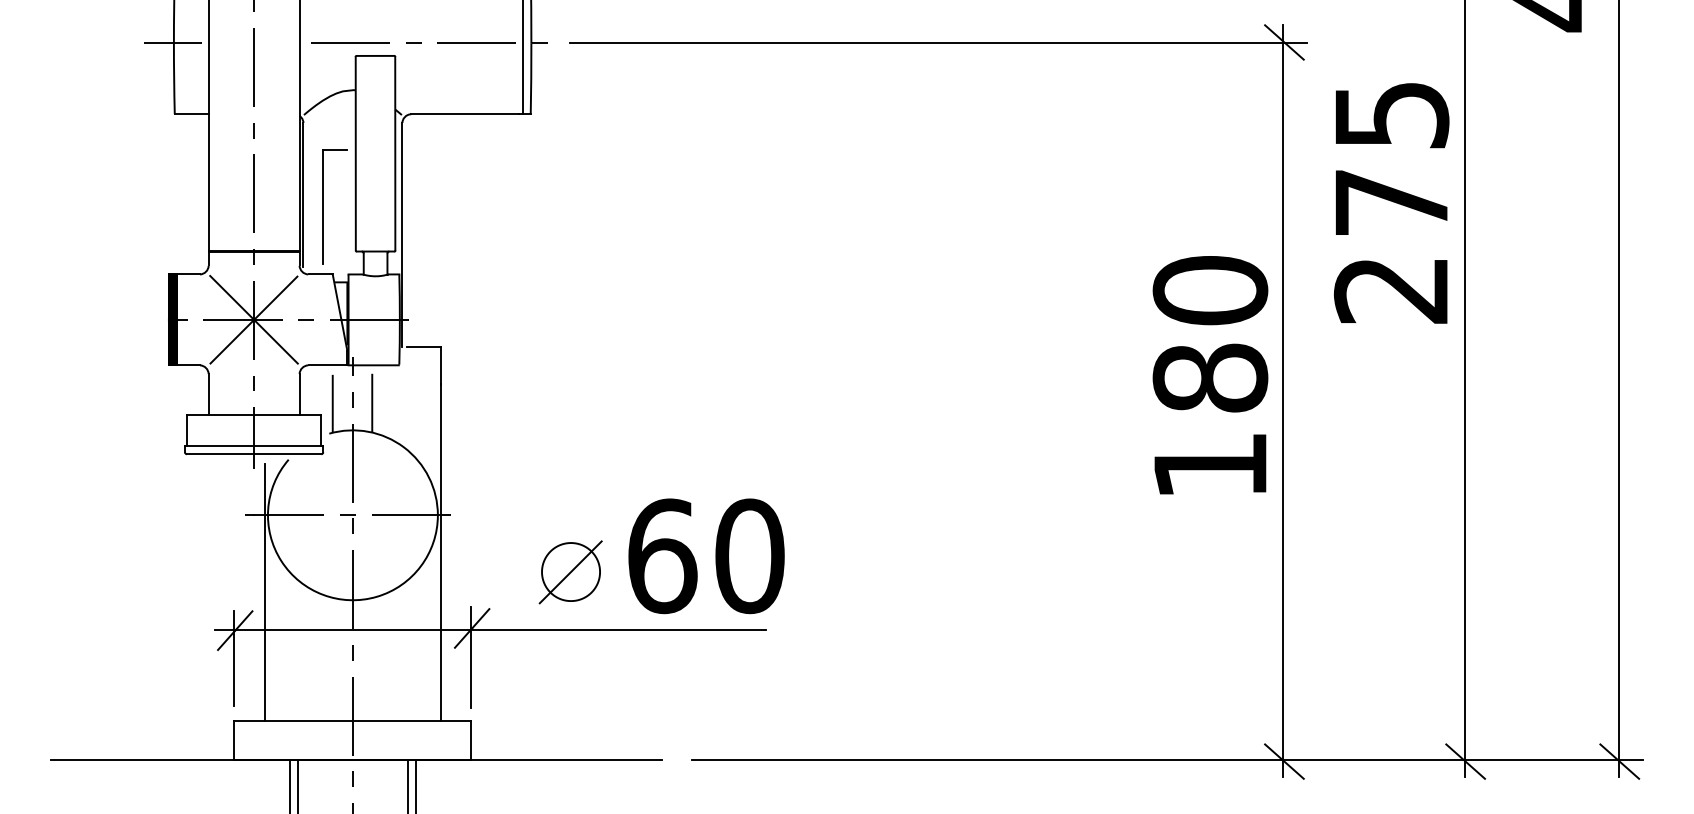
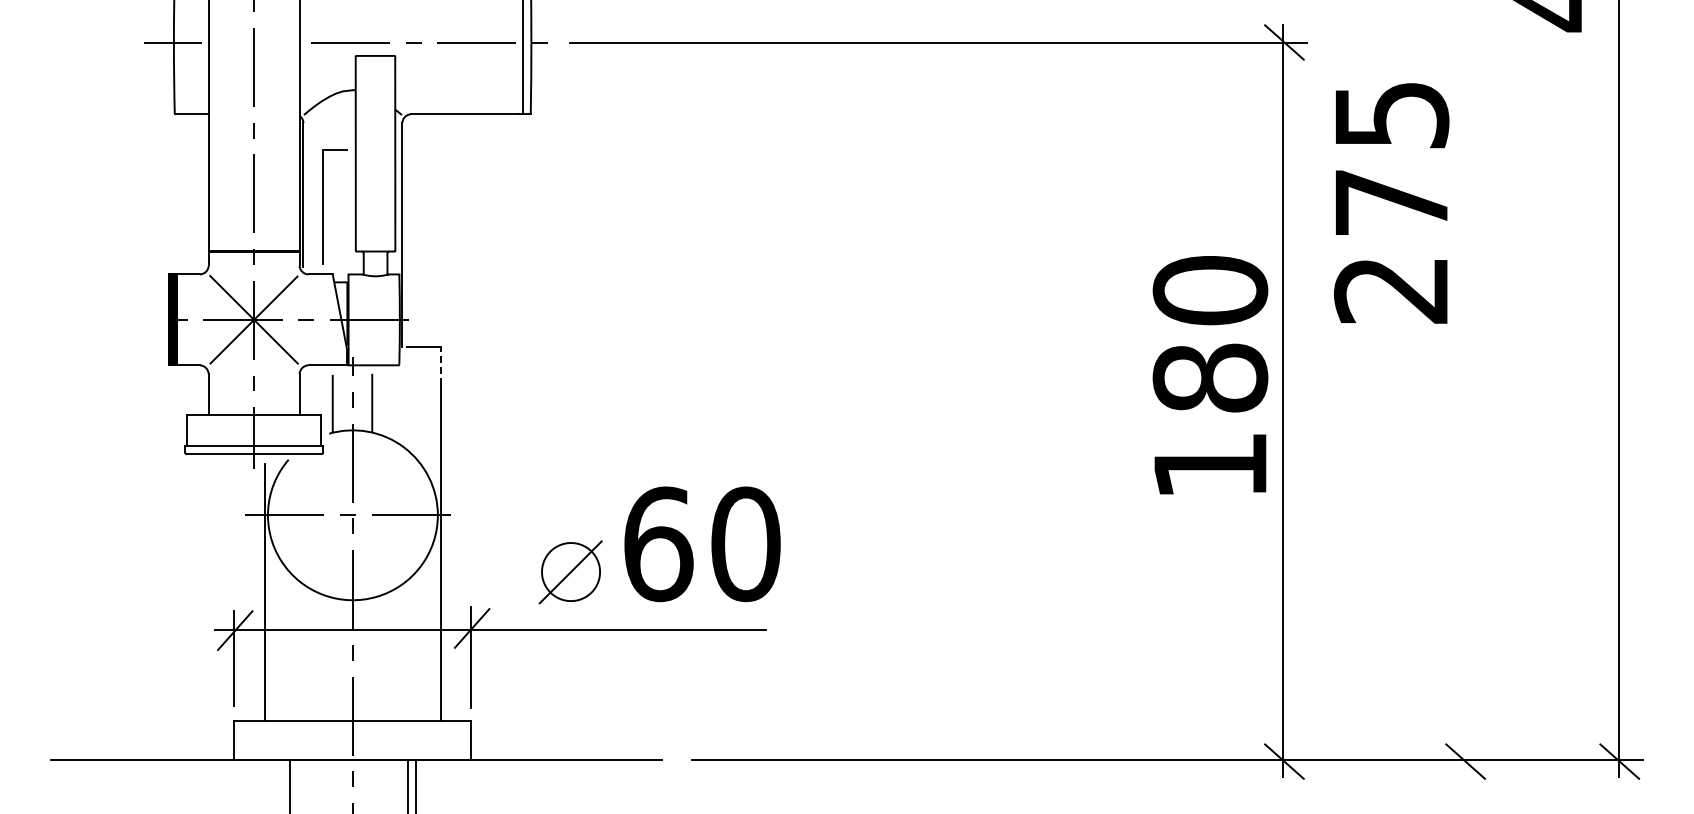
line at (440, 365): solid -> dashed
line at (1464, 389): present -> none
text at (706, 556) position: (706, 556) -> (702, 544)
line at (297, 785): present -> none
